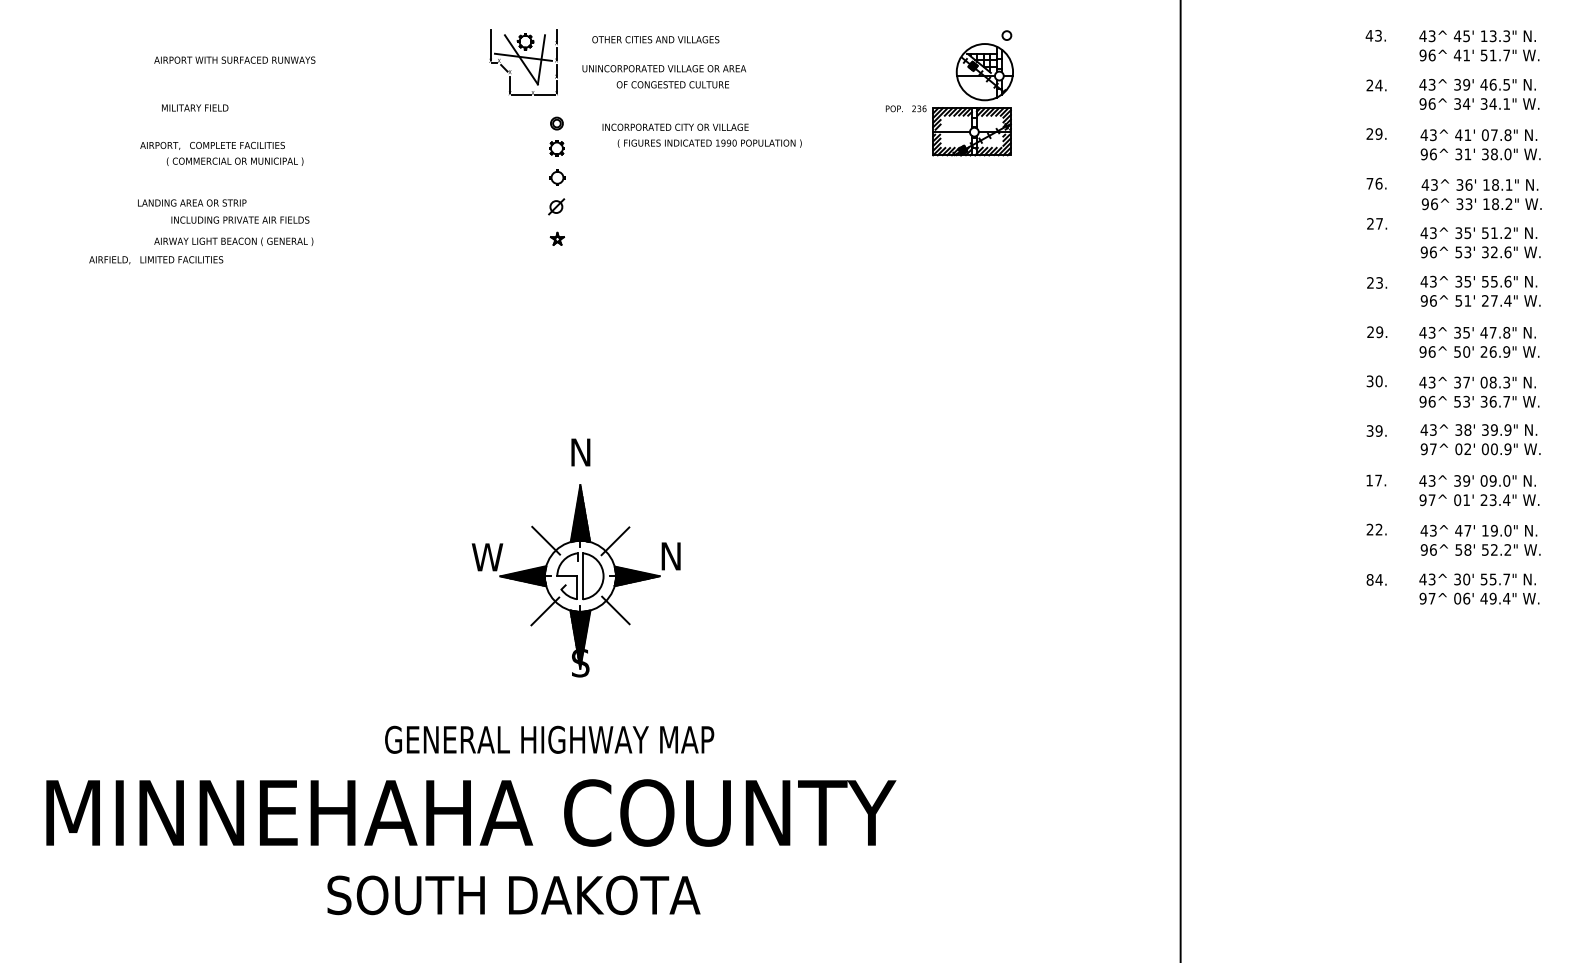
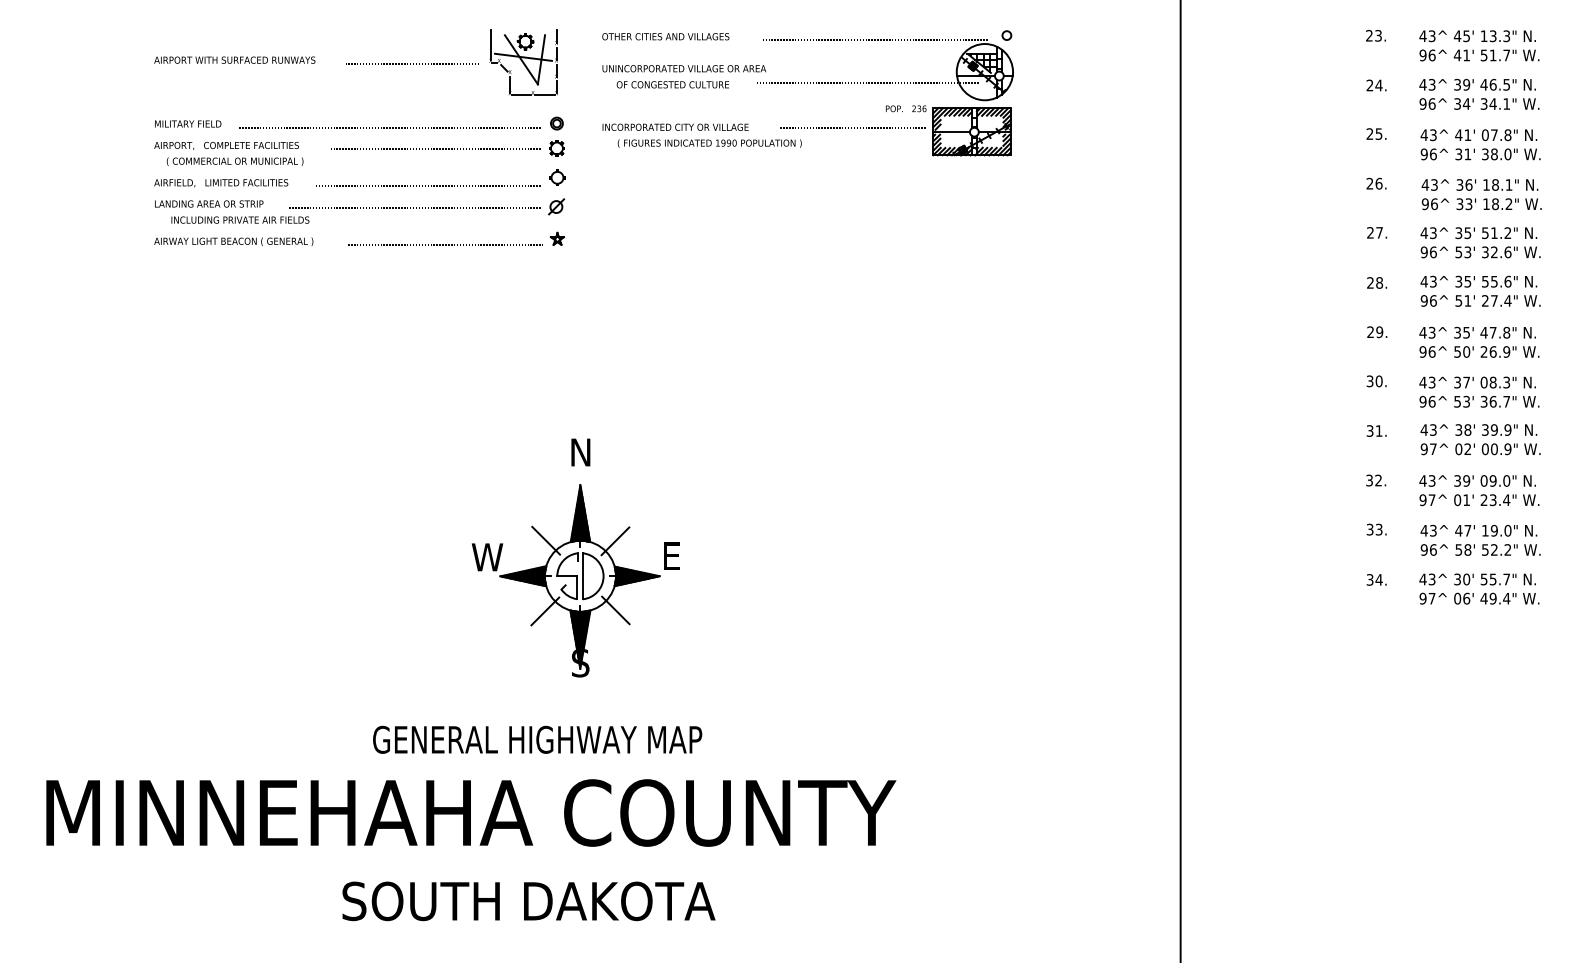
text at (1369, 35): 43. -> 23.
text at (655, 39) position: (655, 39) -> (665, 36)
line at (873, 40): none -> present
line at (412, 63): none -> present
text at (663, 68) position: (663, 68) -> (683, 68)
line at (867, 82): none -> present
text at (195, 107) position: (195, 107) -> (188, 123)
line at (390, 127): none -> present
line at (852, 127): none -> present
text at (1378, 133): 29. -> 25.
text at (212, 145) position: (212, 145) -> (226, 145)
line at (434, 148): none -> present
text at (1369, 183): 76. -> 26.
line at (428, 186): none -> present
text at (192, 202) position: (192, 202) -> (209, 203)
line at (414, 207): none -> present
text at (1377, 223) position: (1377, 223) -> (1377, 232)
line at (445, 244): none -> present
text at (156, 260) position: (156, 260) -> (221, 183)
text at (1379, 282): 23. -> 28.
text at (1378, 430): 39. -> 31.
text at (1373, 480): 17. -> 32.
text at (1374, 529): 22. -> 33.
text at (670, 556): N -> E
text at (1369, 579): 84. -> 34.
text at (549, 739) position: (549, 739) -> (537, 739)
text at (513, 895) position: (513, 895) -> (528, 901)
